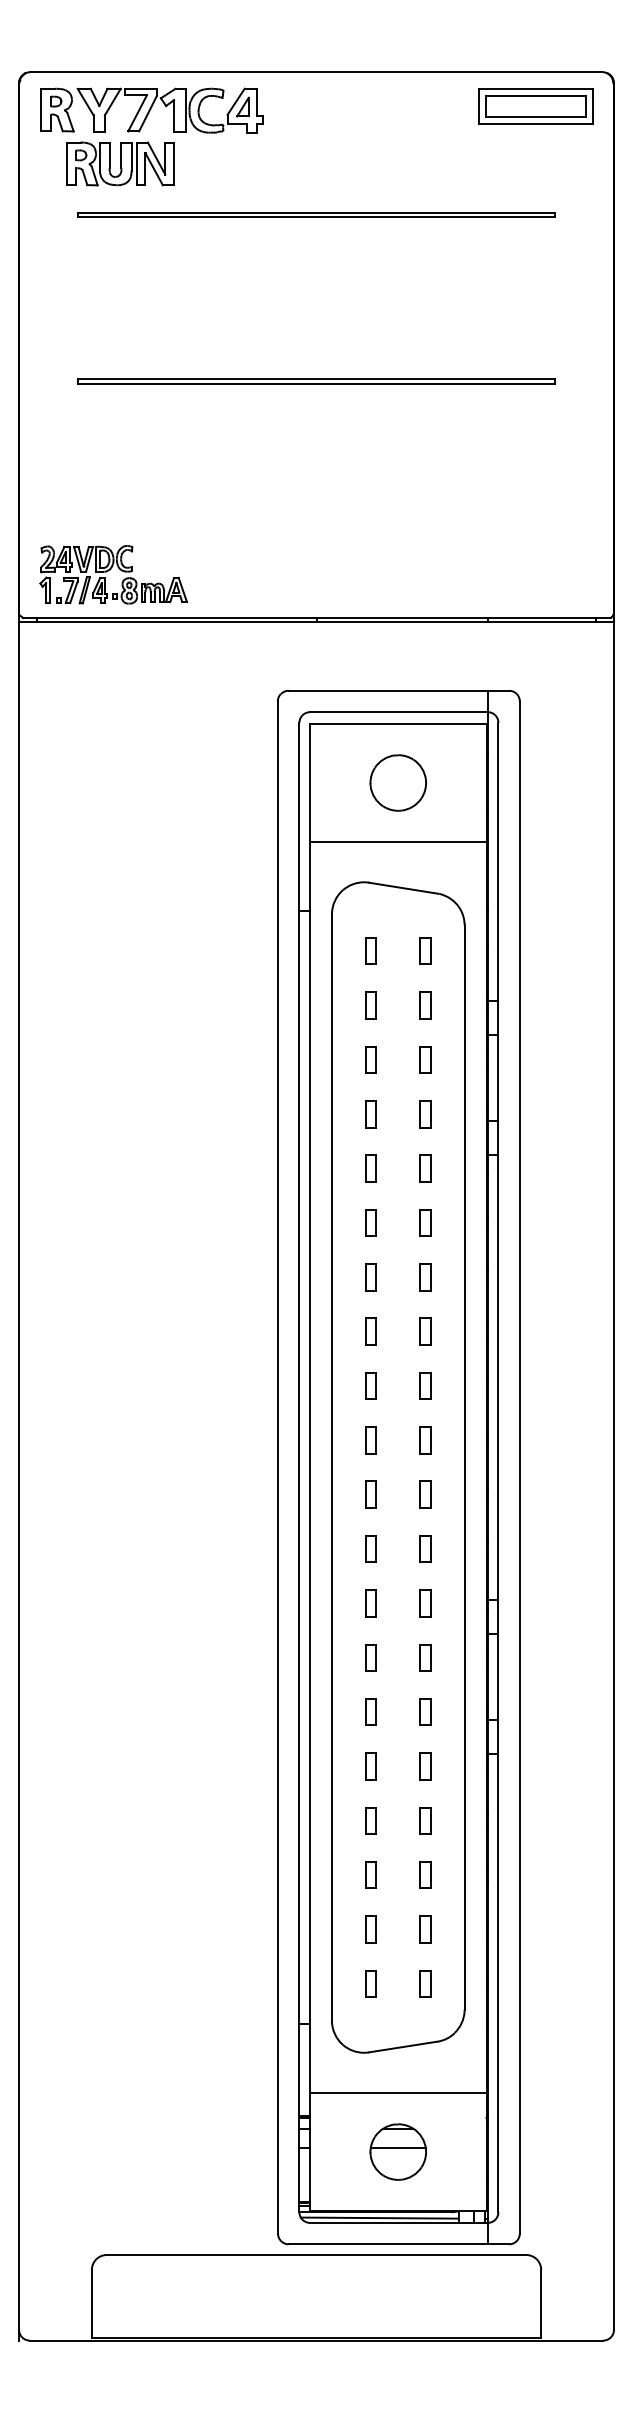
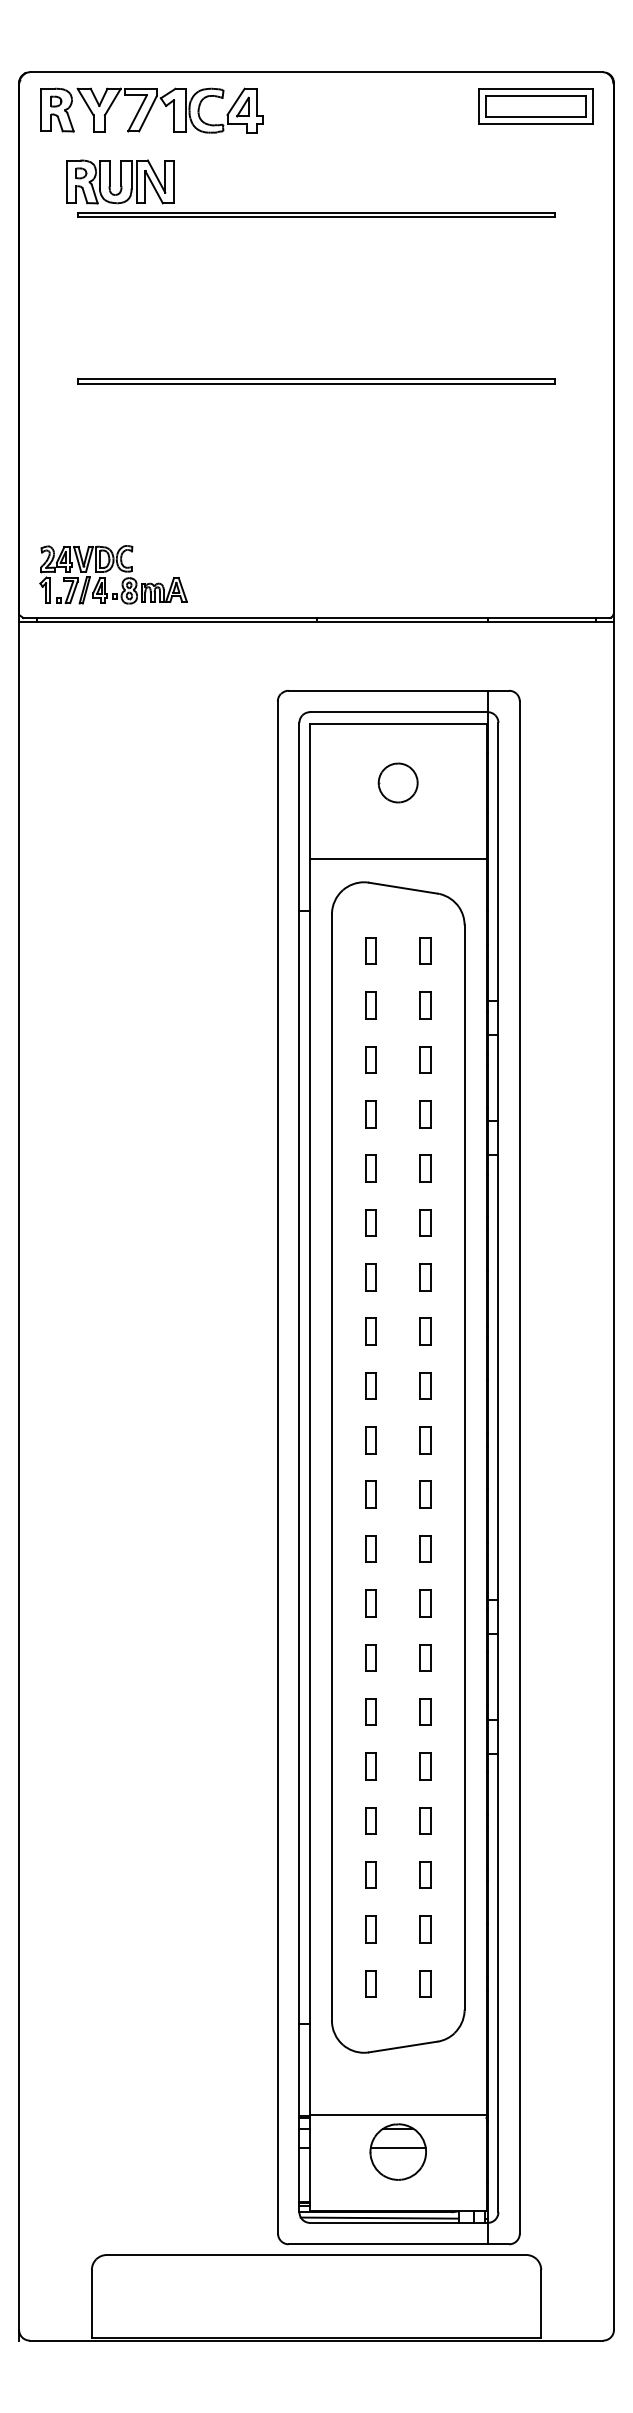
part at (120, 163) position: (120, 163) -> (120, 181)
part at (397, 782) size: 58x58 px -> 42x42 px
line at (398, 841) position: (398, 841) -> (398, 858)
line at (398, 2093) position: (398, 2093) -> (398, 2115)
